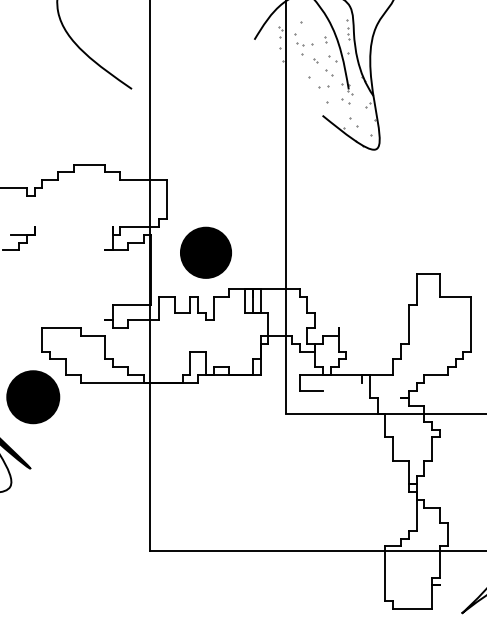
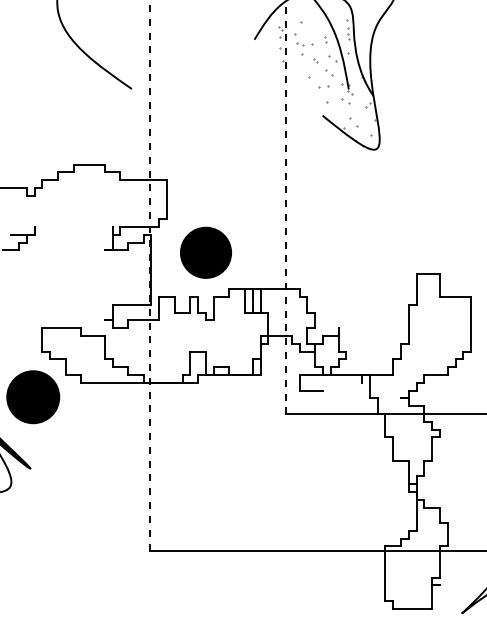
line at (285, 207): solid -> dashed
line at (149, 275): solid -> dashed
